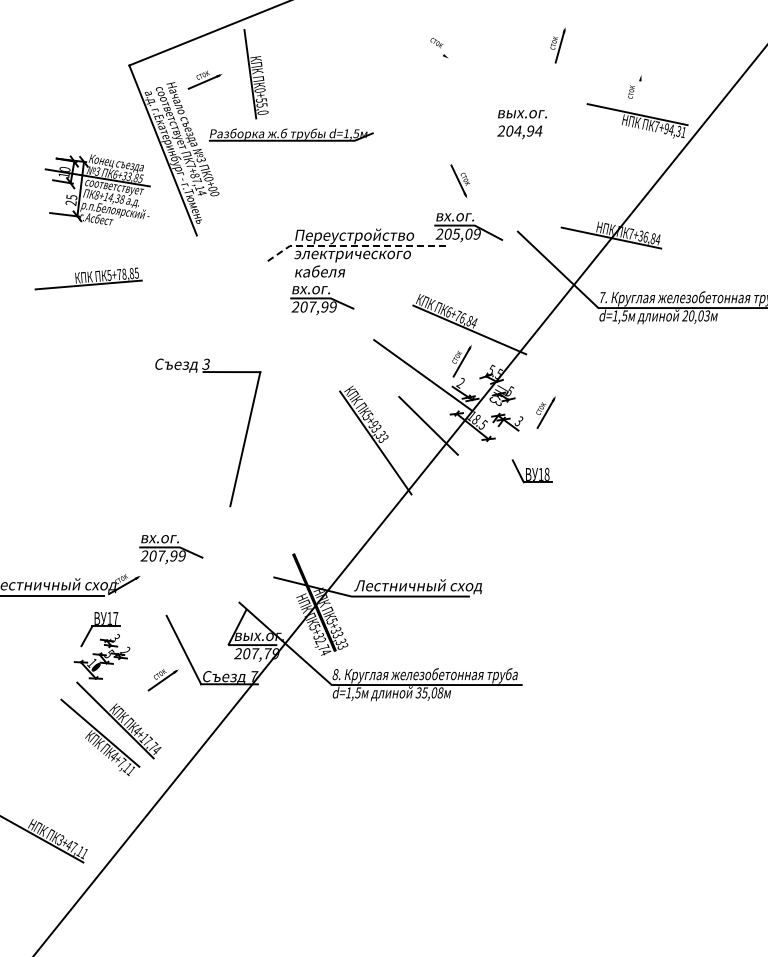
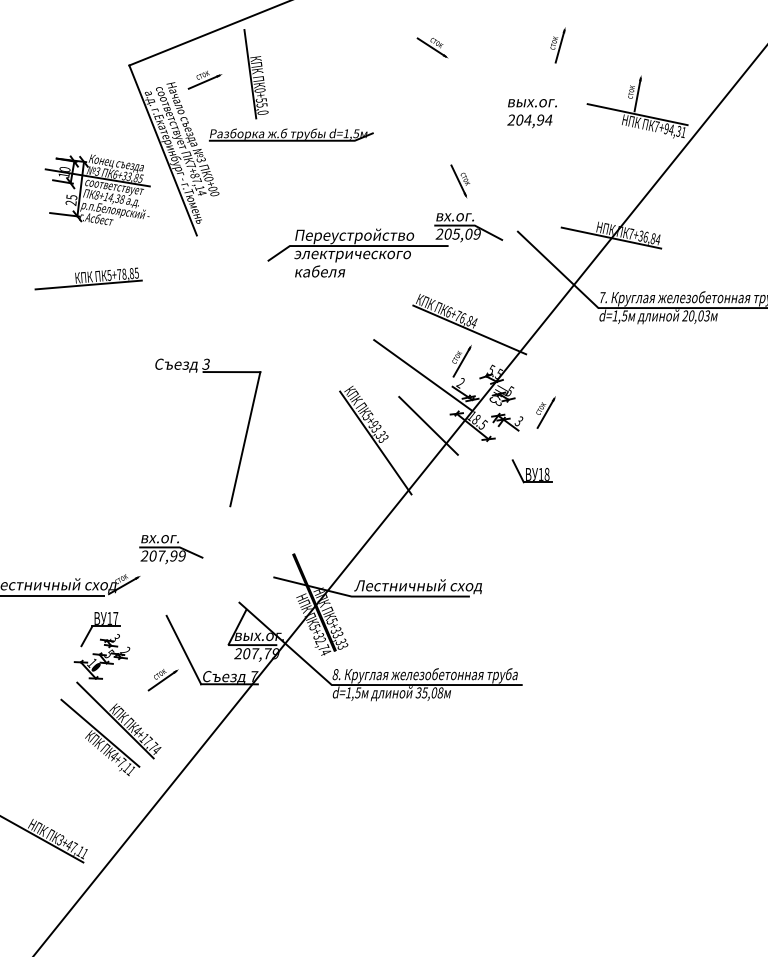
line at (431, 47): none -> present
line at (637, 94): none -> present
text at (521, 124) position: (521, 124) -> (531, 113)
line at (355, 246): dashed -> solid
part at (322, 300): present -> none
